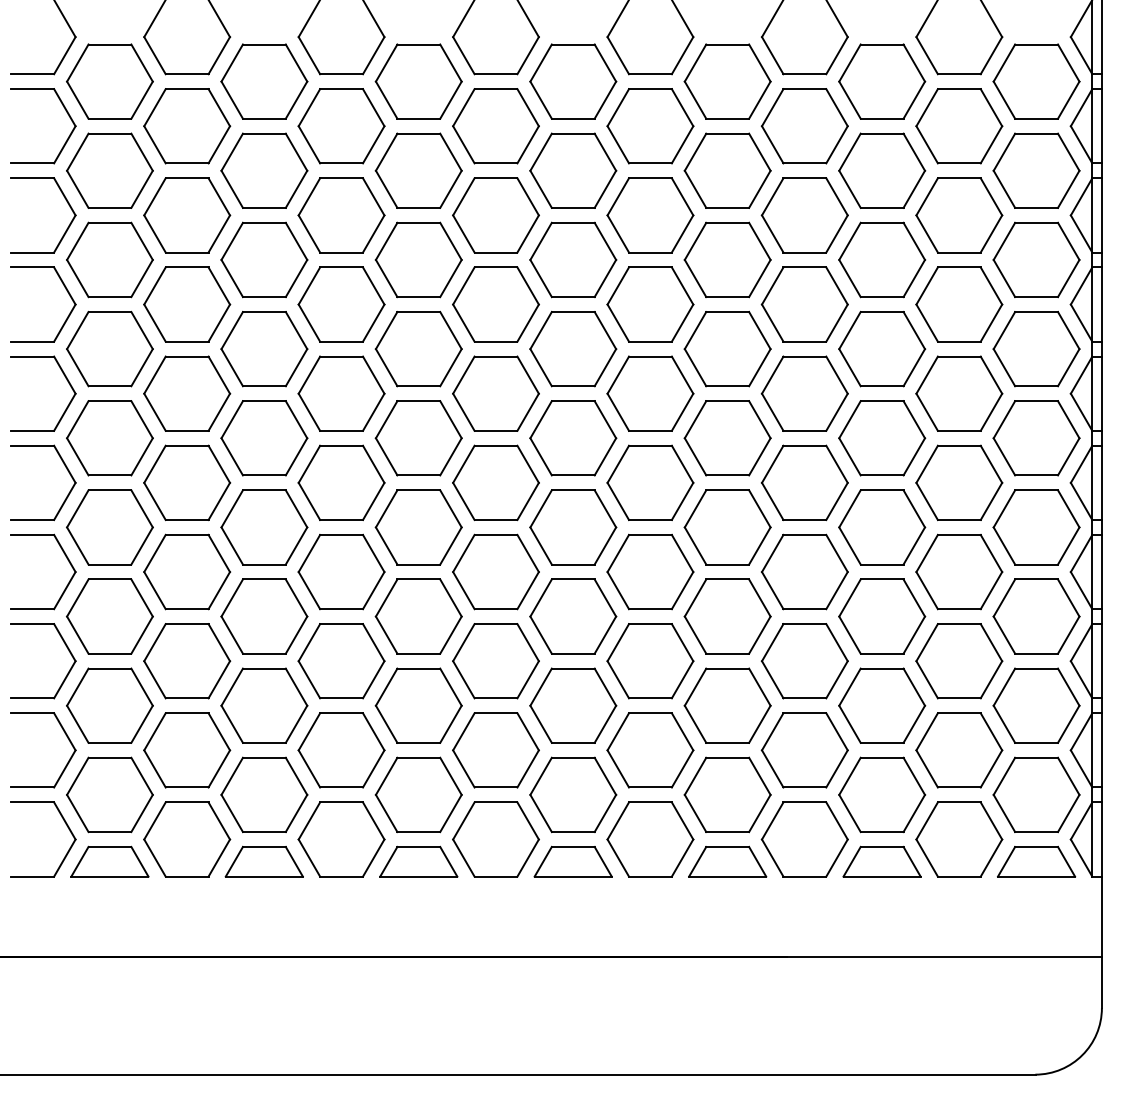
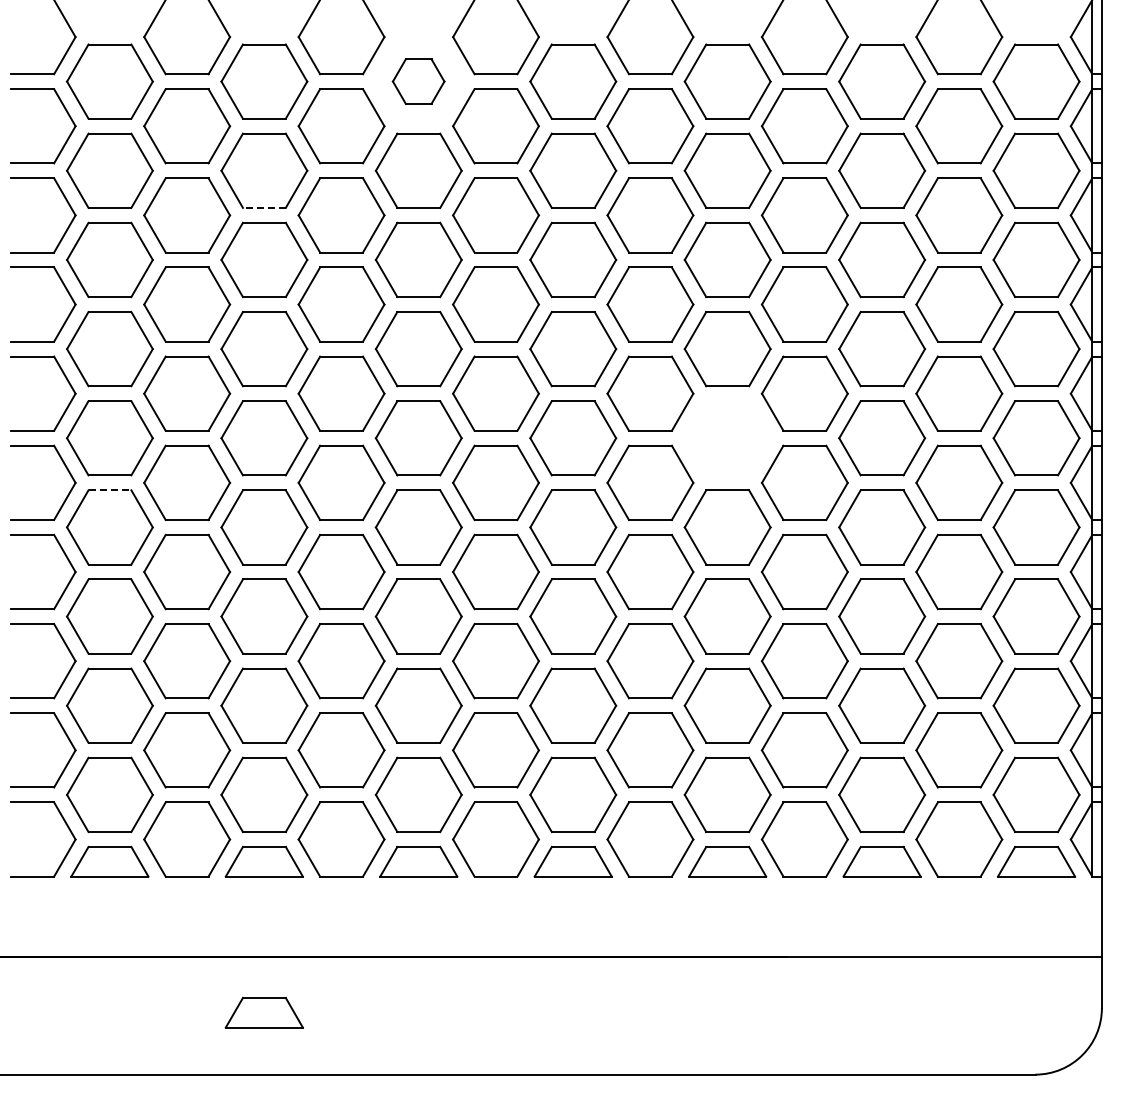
part at (418, 81) size: 89x77 px -> 55x47 px
line at (263, 207): solid -> dashed
part at (727, 438): present -> none
line at (110, 490): solid -> dashed
part at (263, 1012): none -> present
